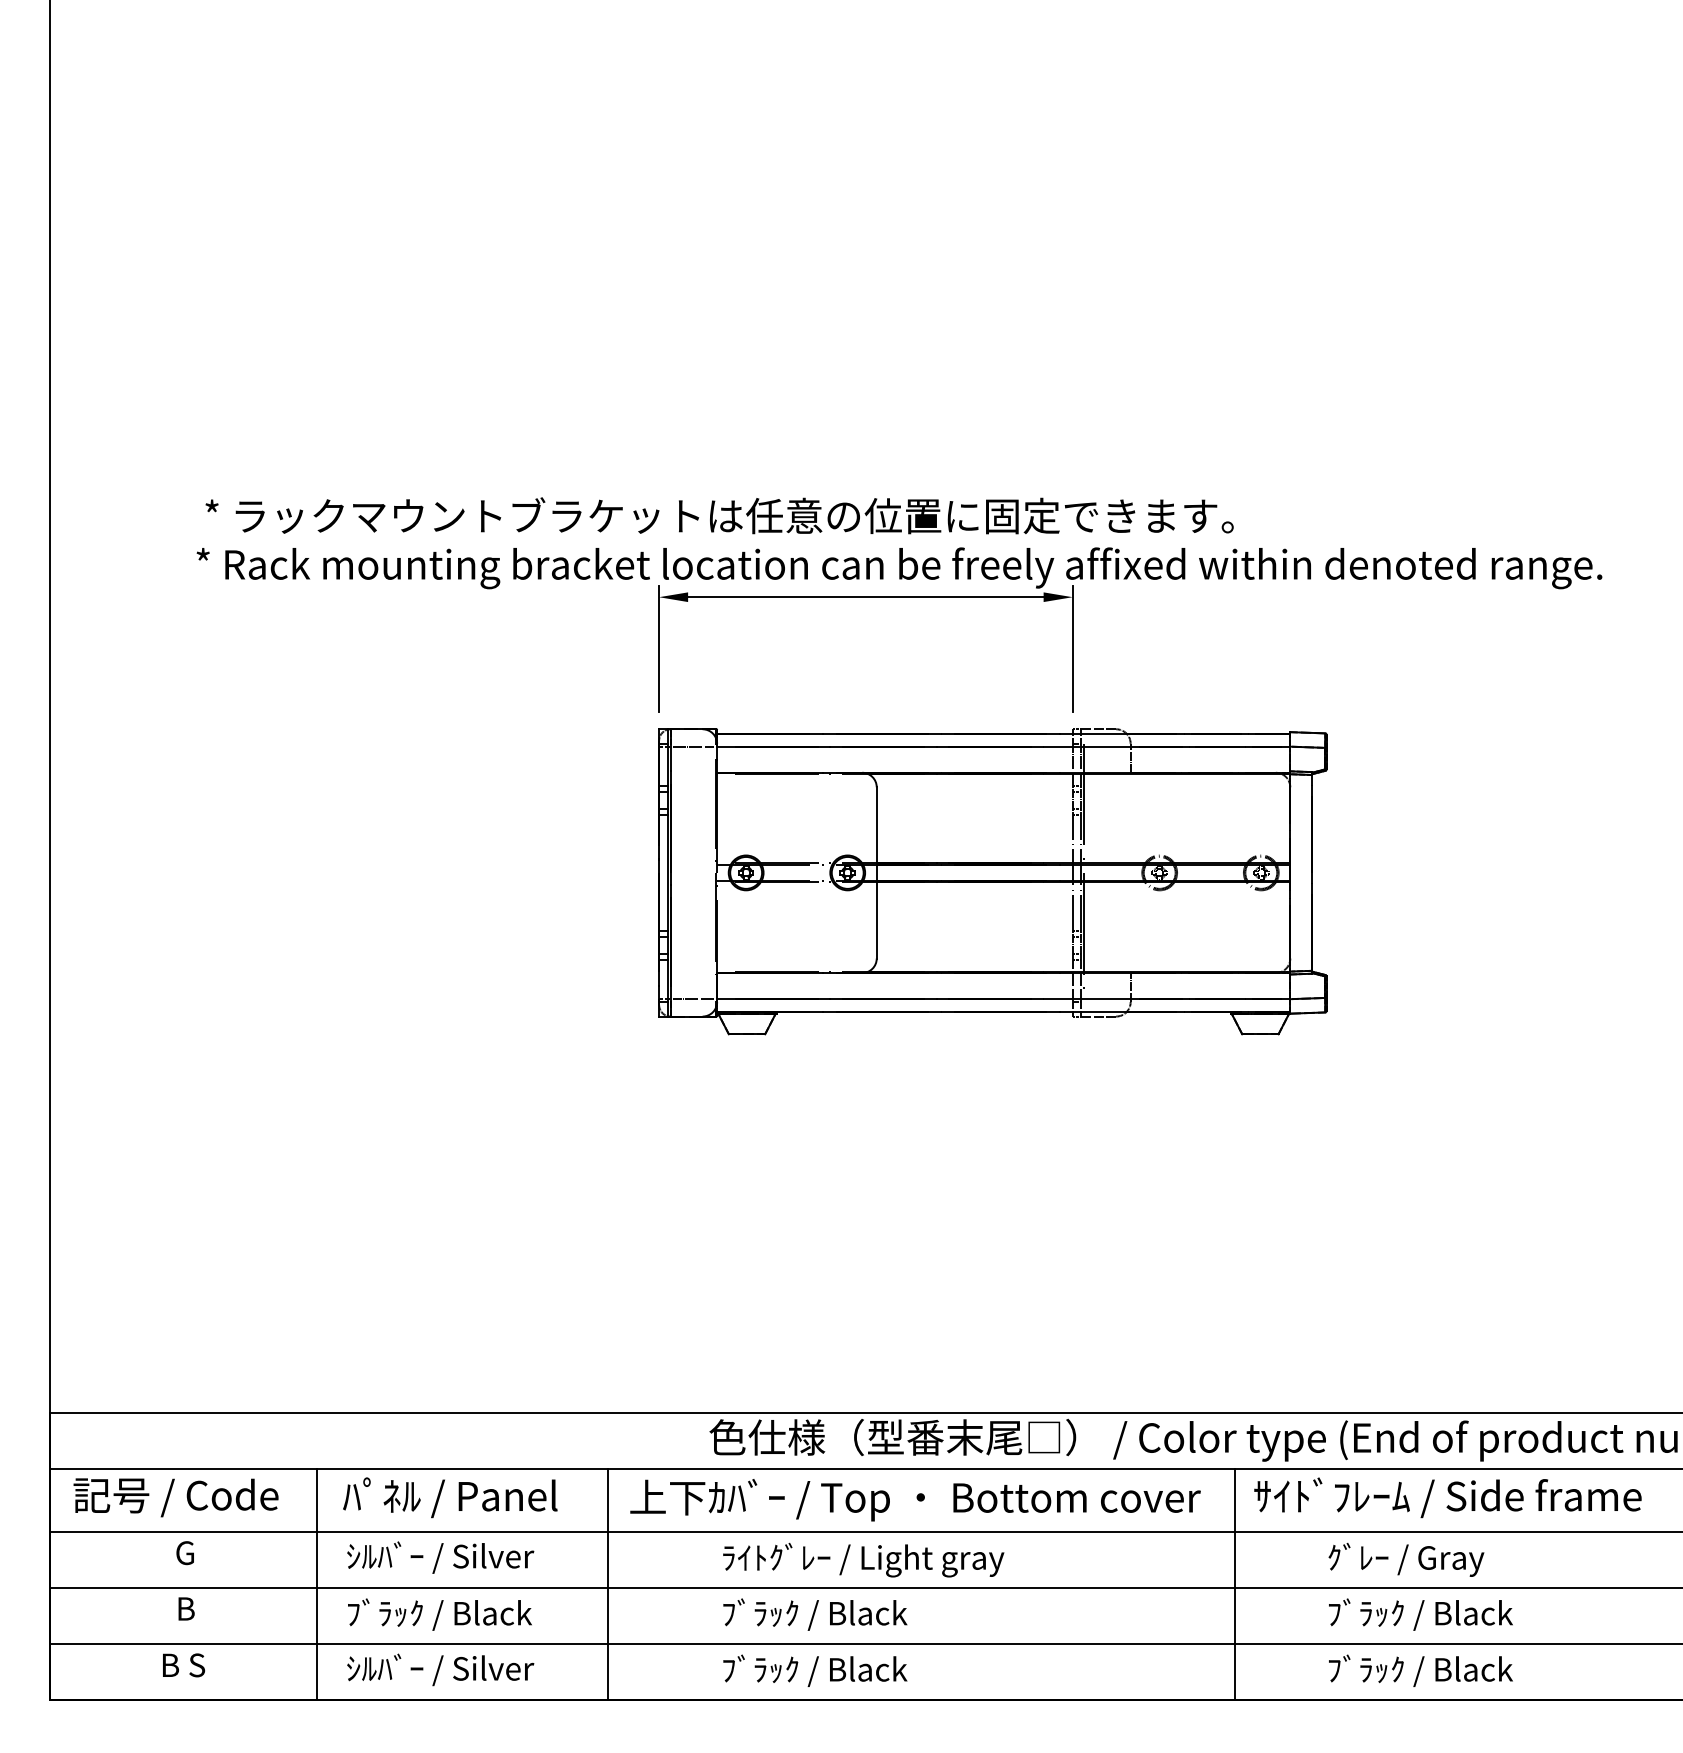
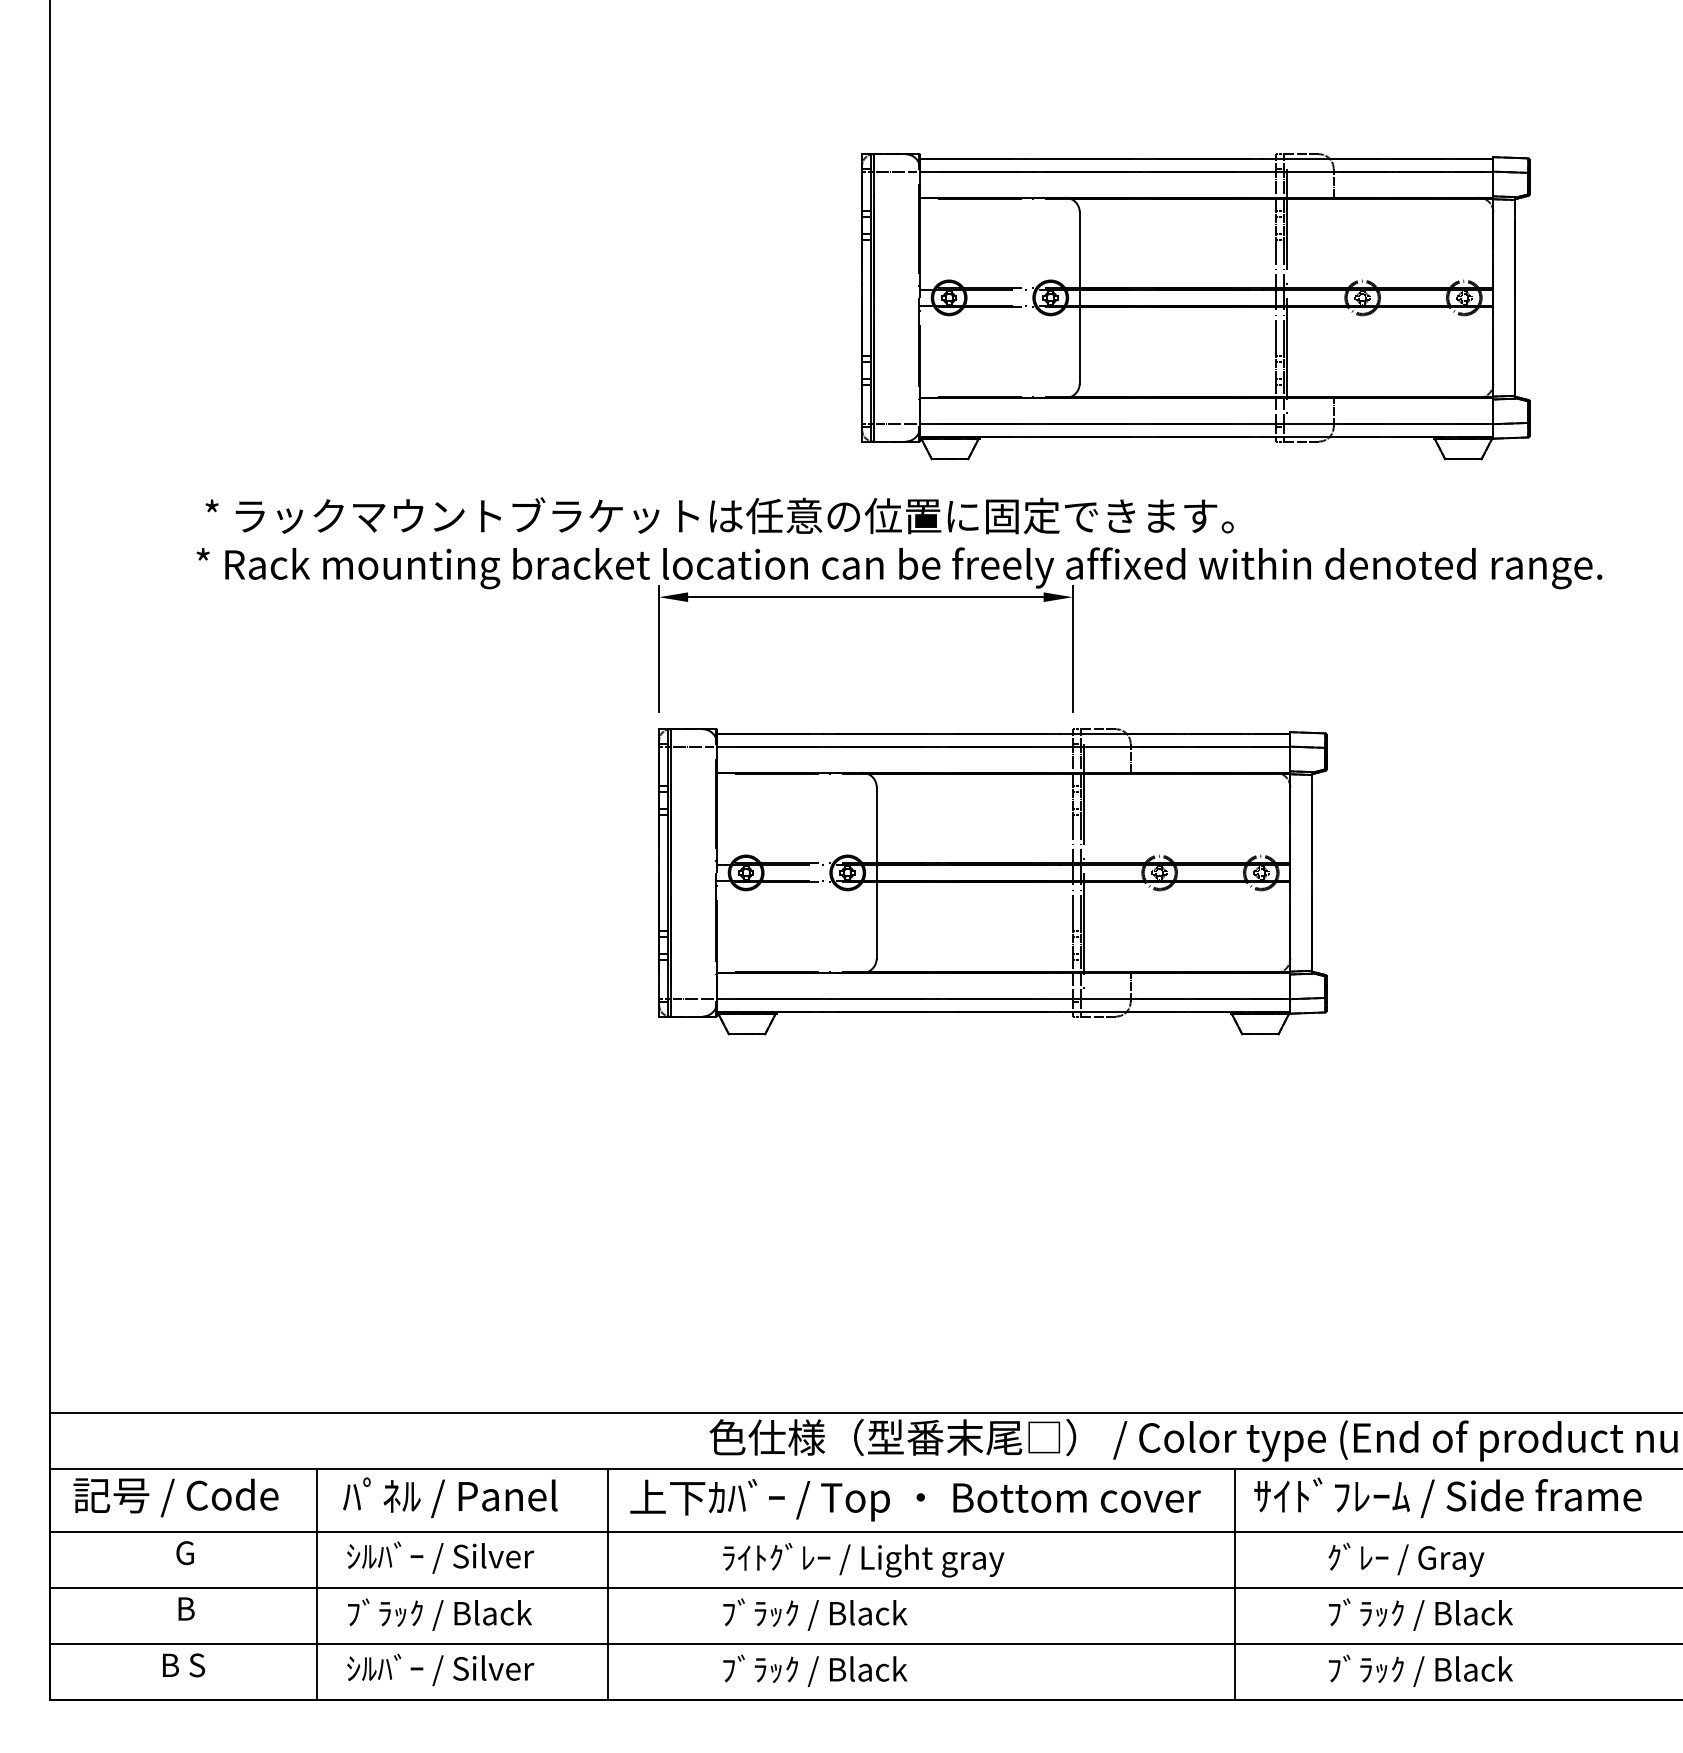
part at (1195, 306): none -> present
